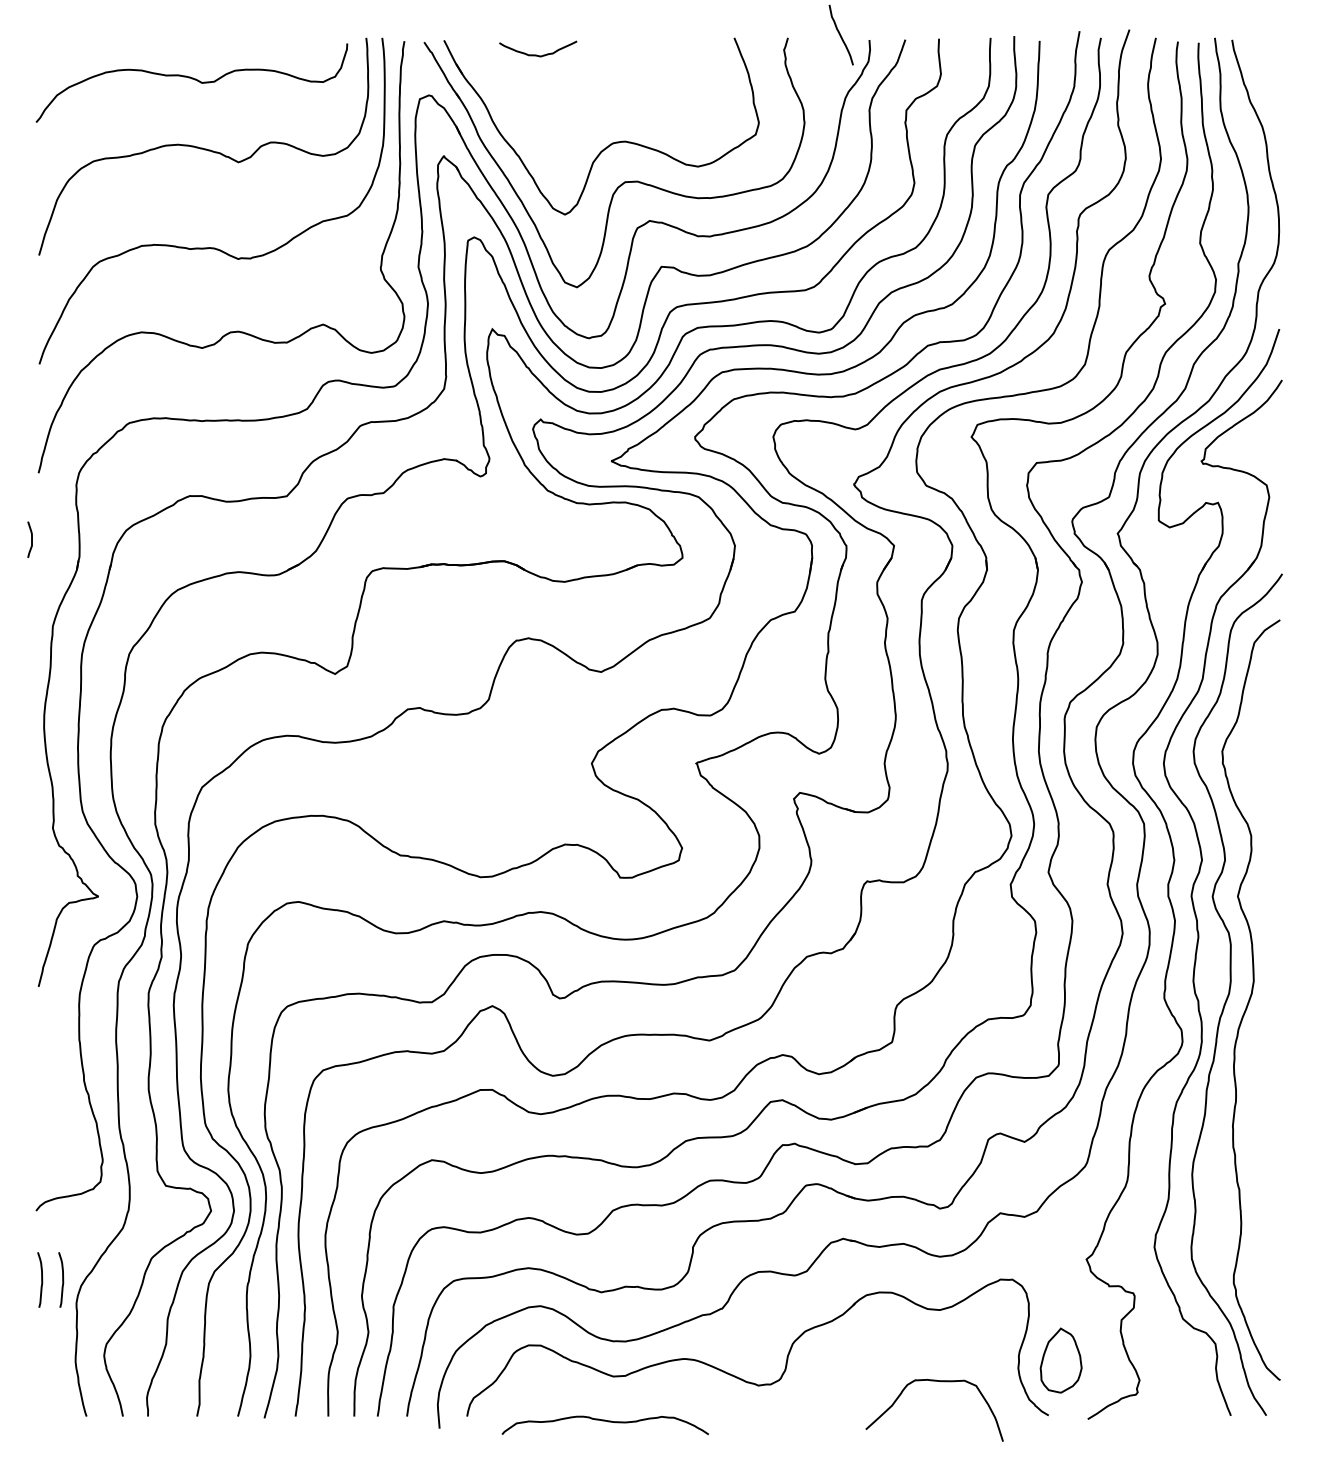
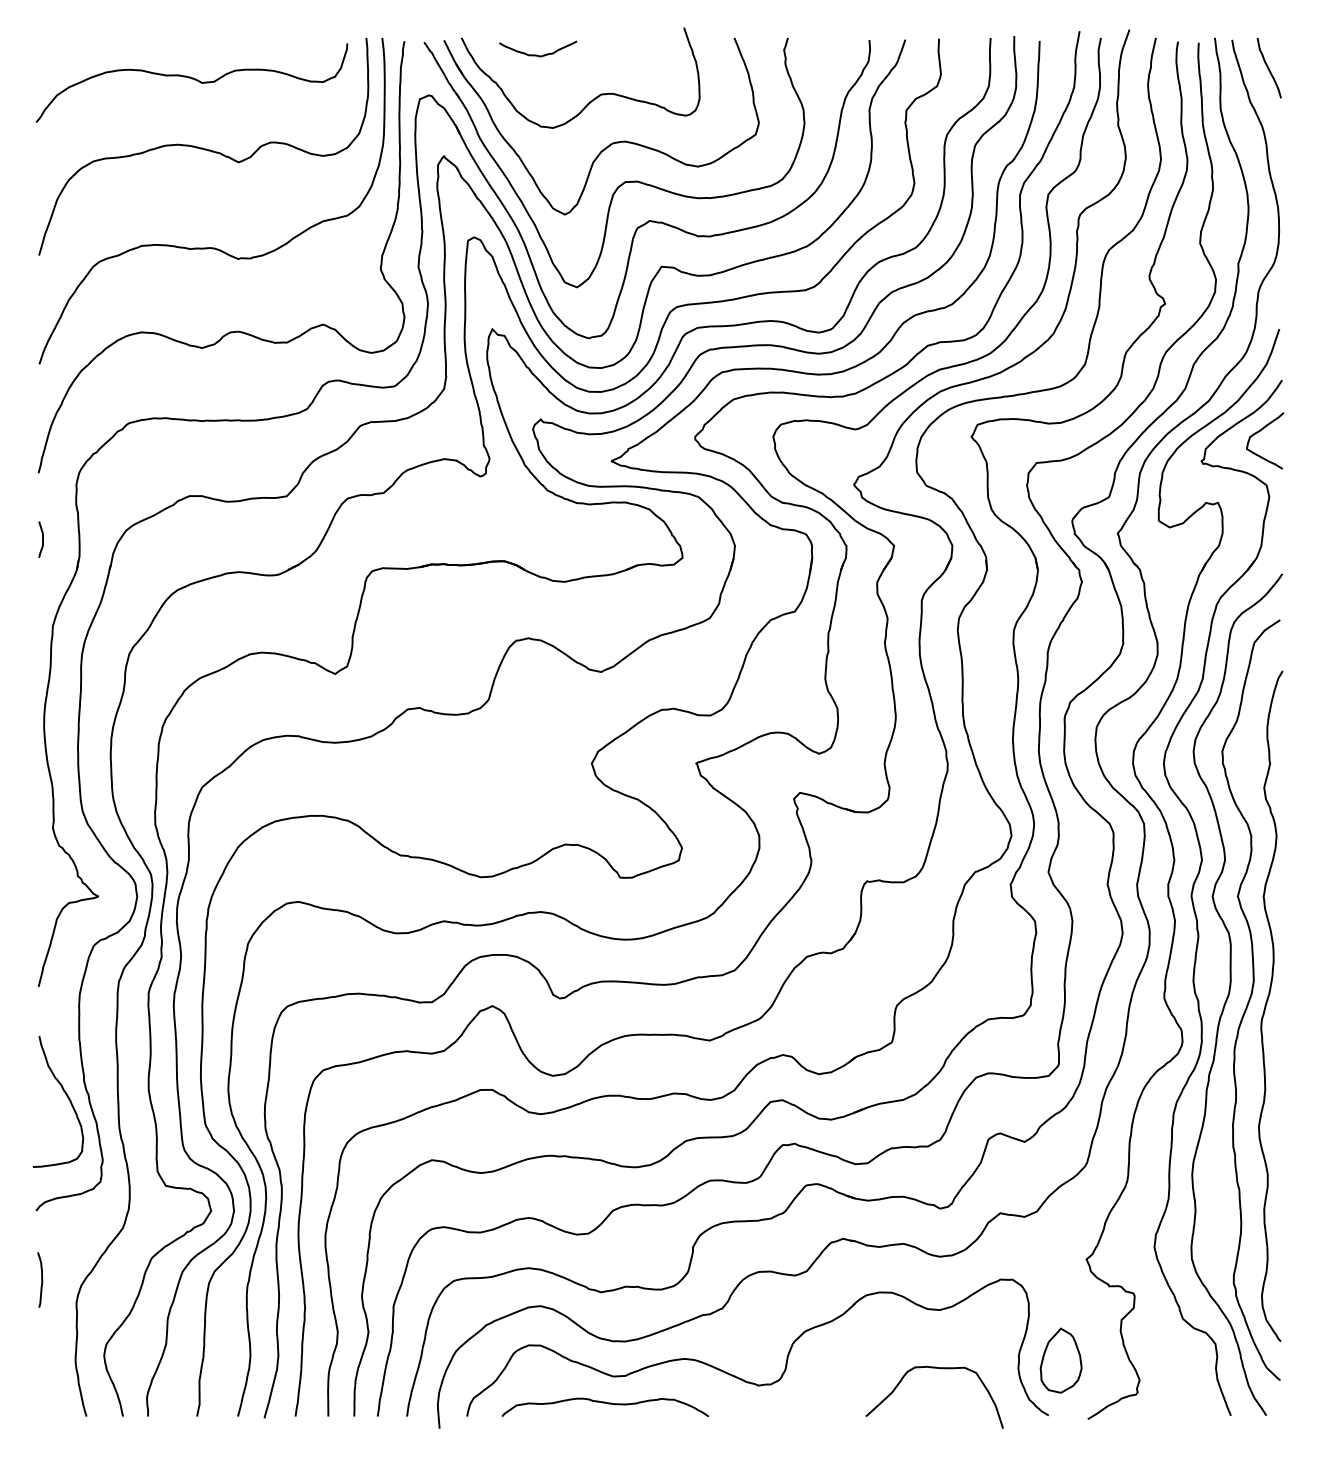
curve at (840, 34) position: (840, 34) -> (1268, 67)
curve at (593, 98): none -> present
curve at (1259, 432): none -> present
curve at (31, 539) position: (31, 539) -> (42, 539)
curve at (1267, 1003): none -> present
curve at (66, 1096): none -> present
curve at (62, 1279): present -> none
curve at (941, 1382) position: (941, 1382) -> (941, 1369)
curve at (604, 1421) position: (604, 1421) -> (604, 1403)
